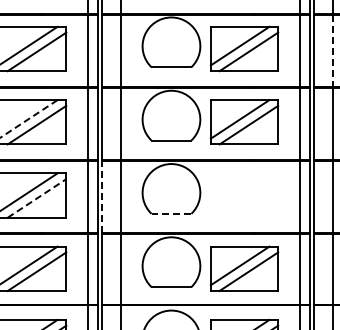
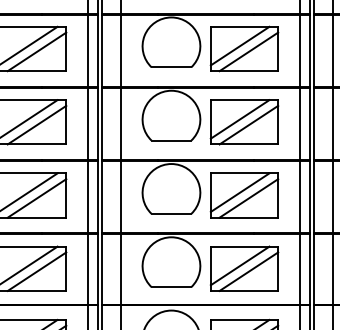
line at (333, 51): dashed -> solid
line at (28, 119): dashed -> solid
part at (244, 195): none -> present
line at (102, 196): dashed -> solid
line at (37, 198): dashed -> solid
line at (171, 213): dashed -> solid
